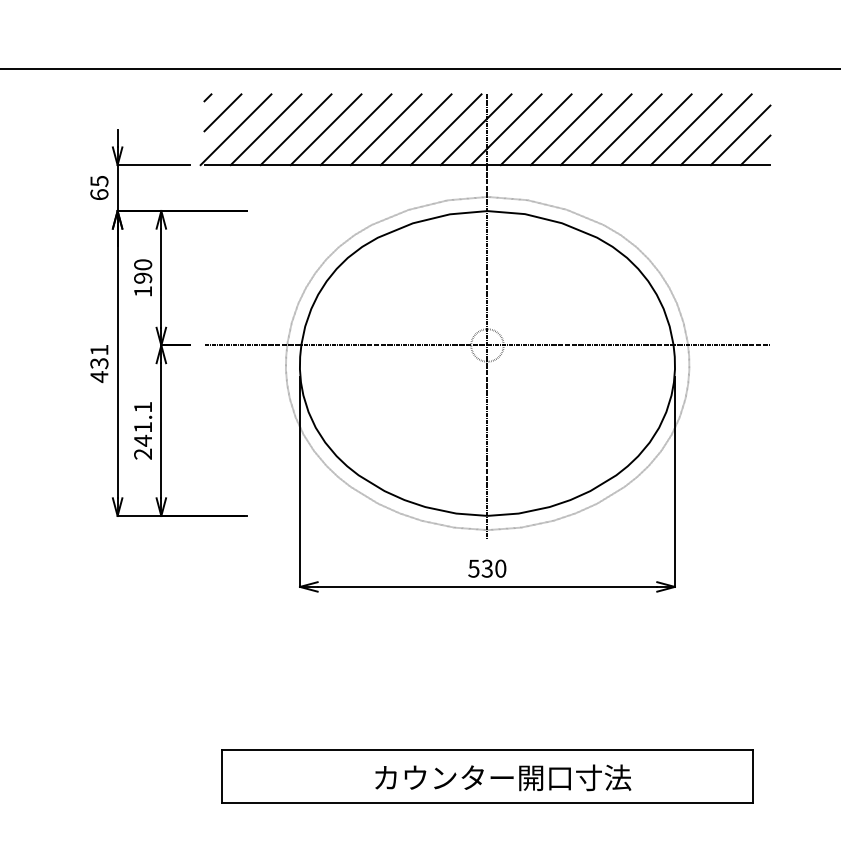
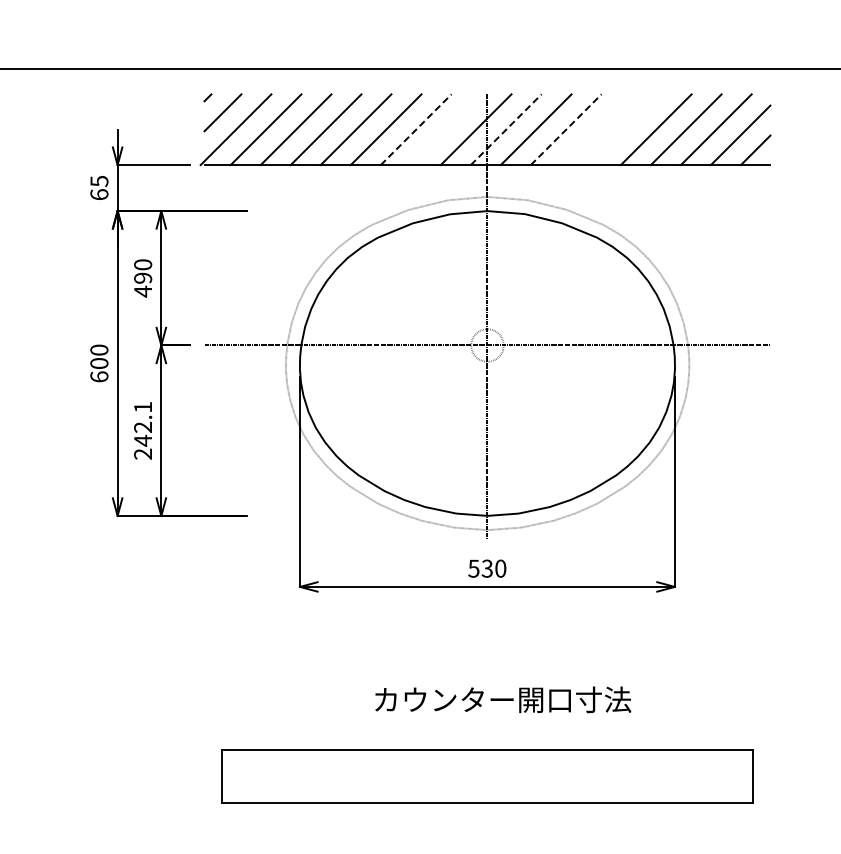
line at (416, 129): solid -> dashed
line at (445, 129): present -> none
line at (506, 129): solid -> dashed
line at (566, 129): solid -> dashed
line at (595, 129): present -> none
line at (625, 129): present -> none
text at (142, 291): 190 -> 490
text at (99, 363): 431 -> 600
text at (142, 427): 241.1 -> 242.1
text at (503, 777) position: (503, 777) -> (503, 699)
